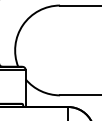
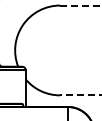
line at (81, 5): solid -> dashed
line at (81, 95): solid -> dashed
